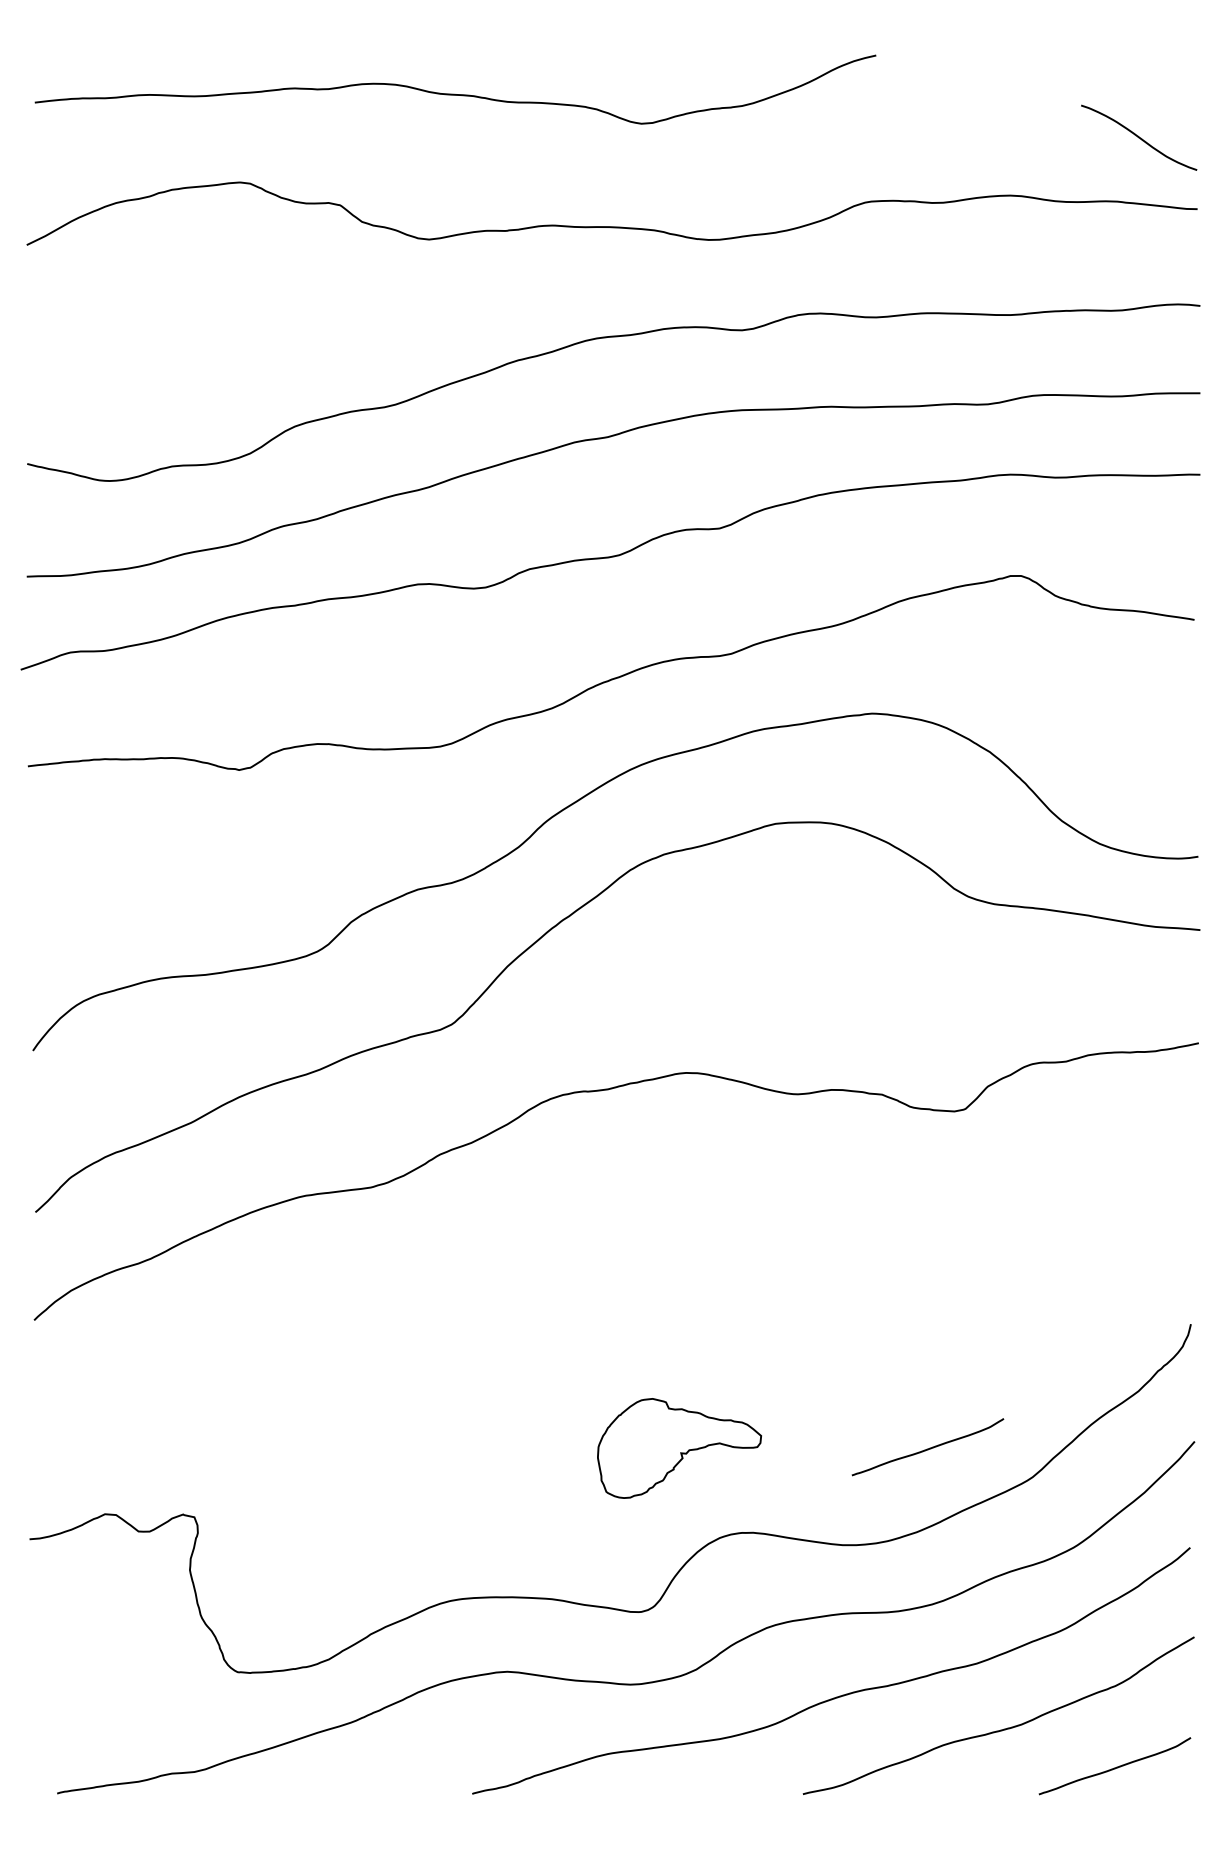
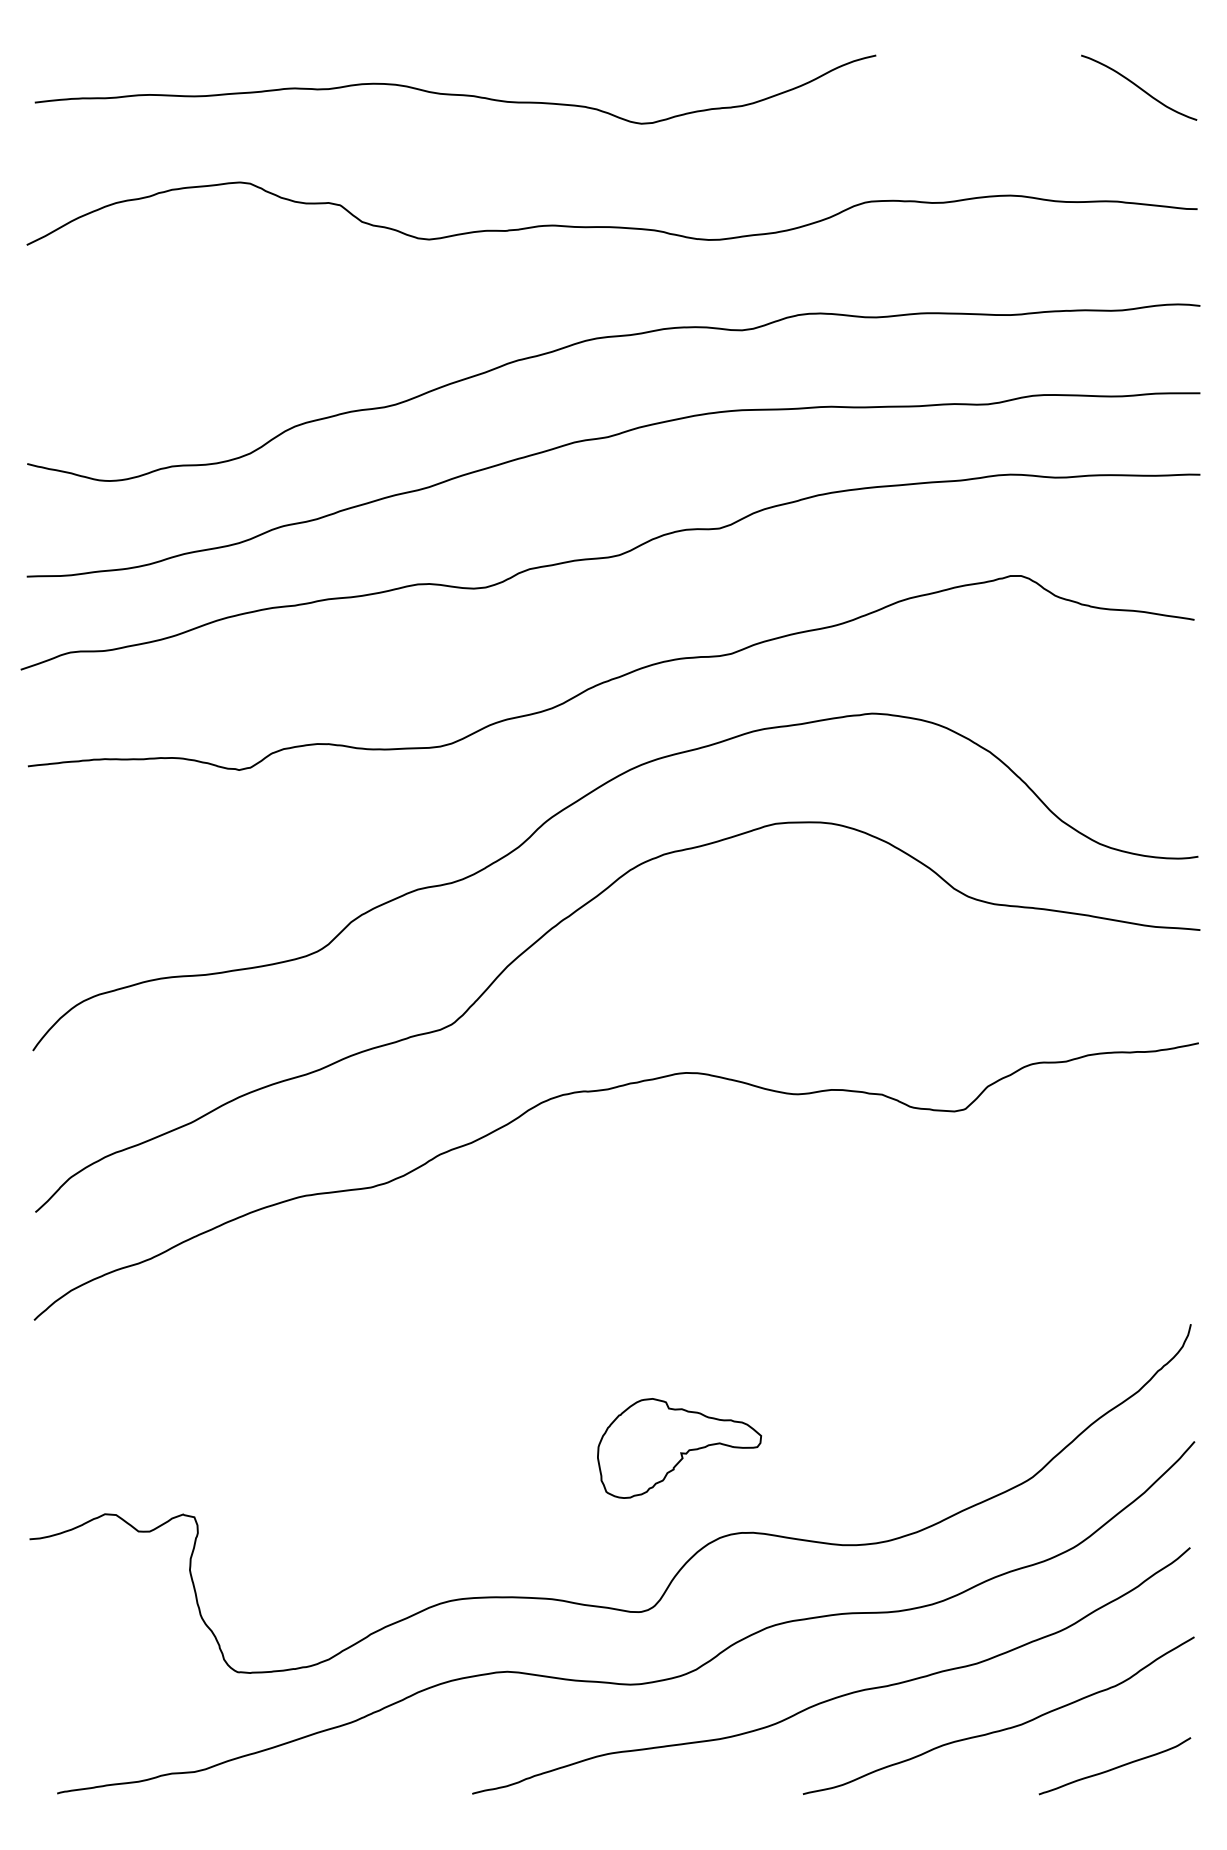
curve at (1139, 137) position: (1139, 137) -> (1139, 87)
curve at (927, 1448): present -> none
